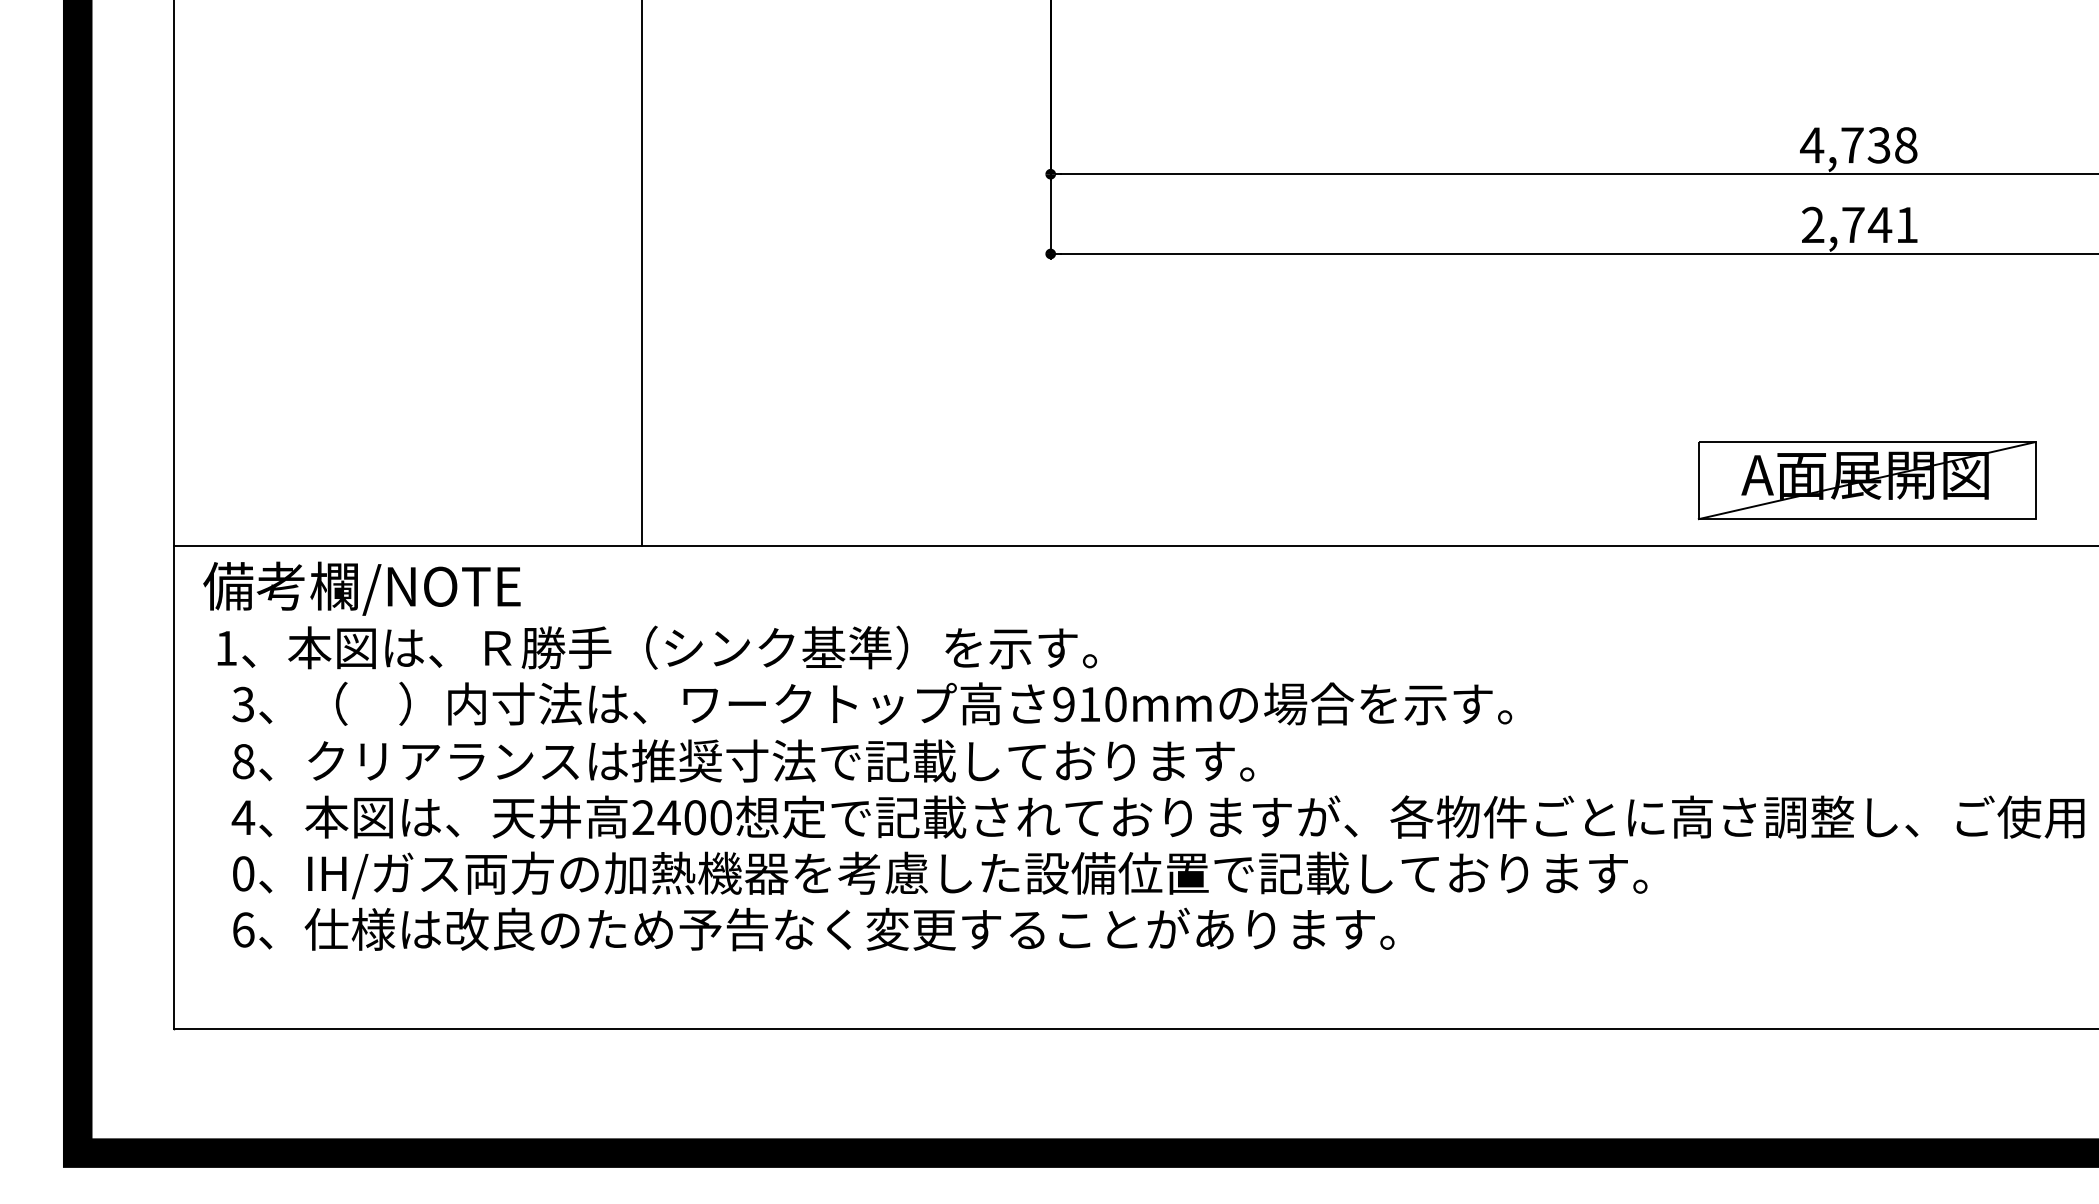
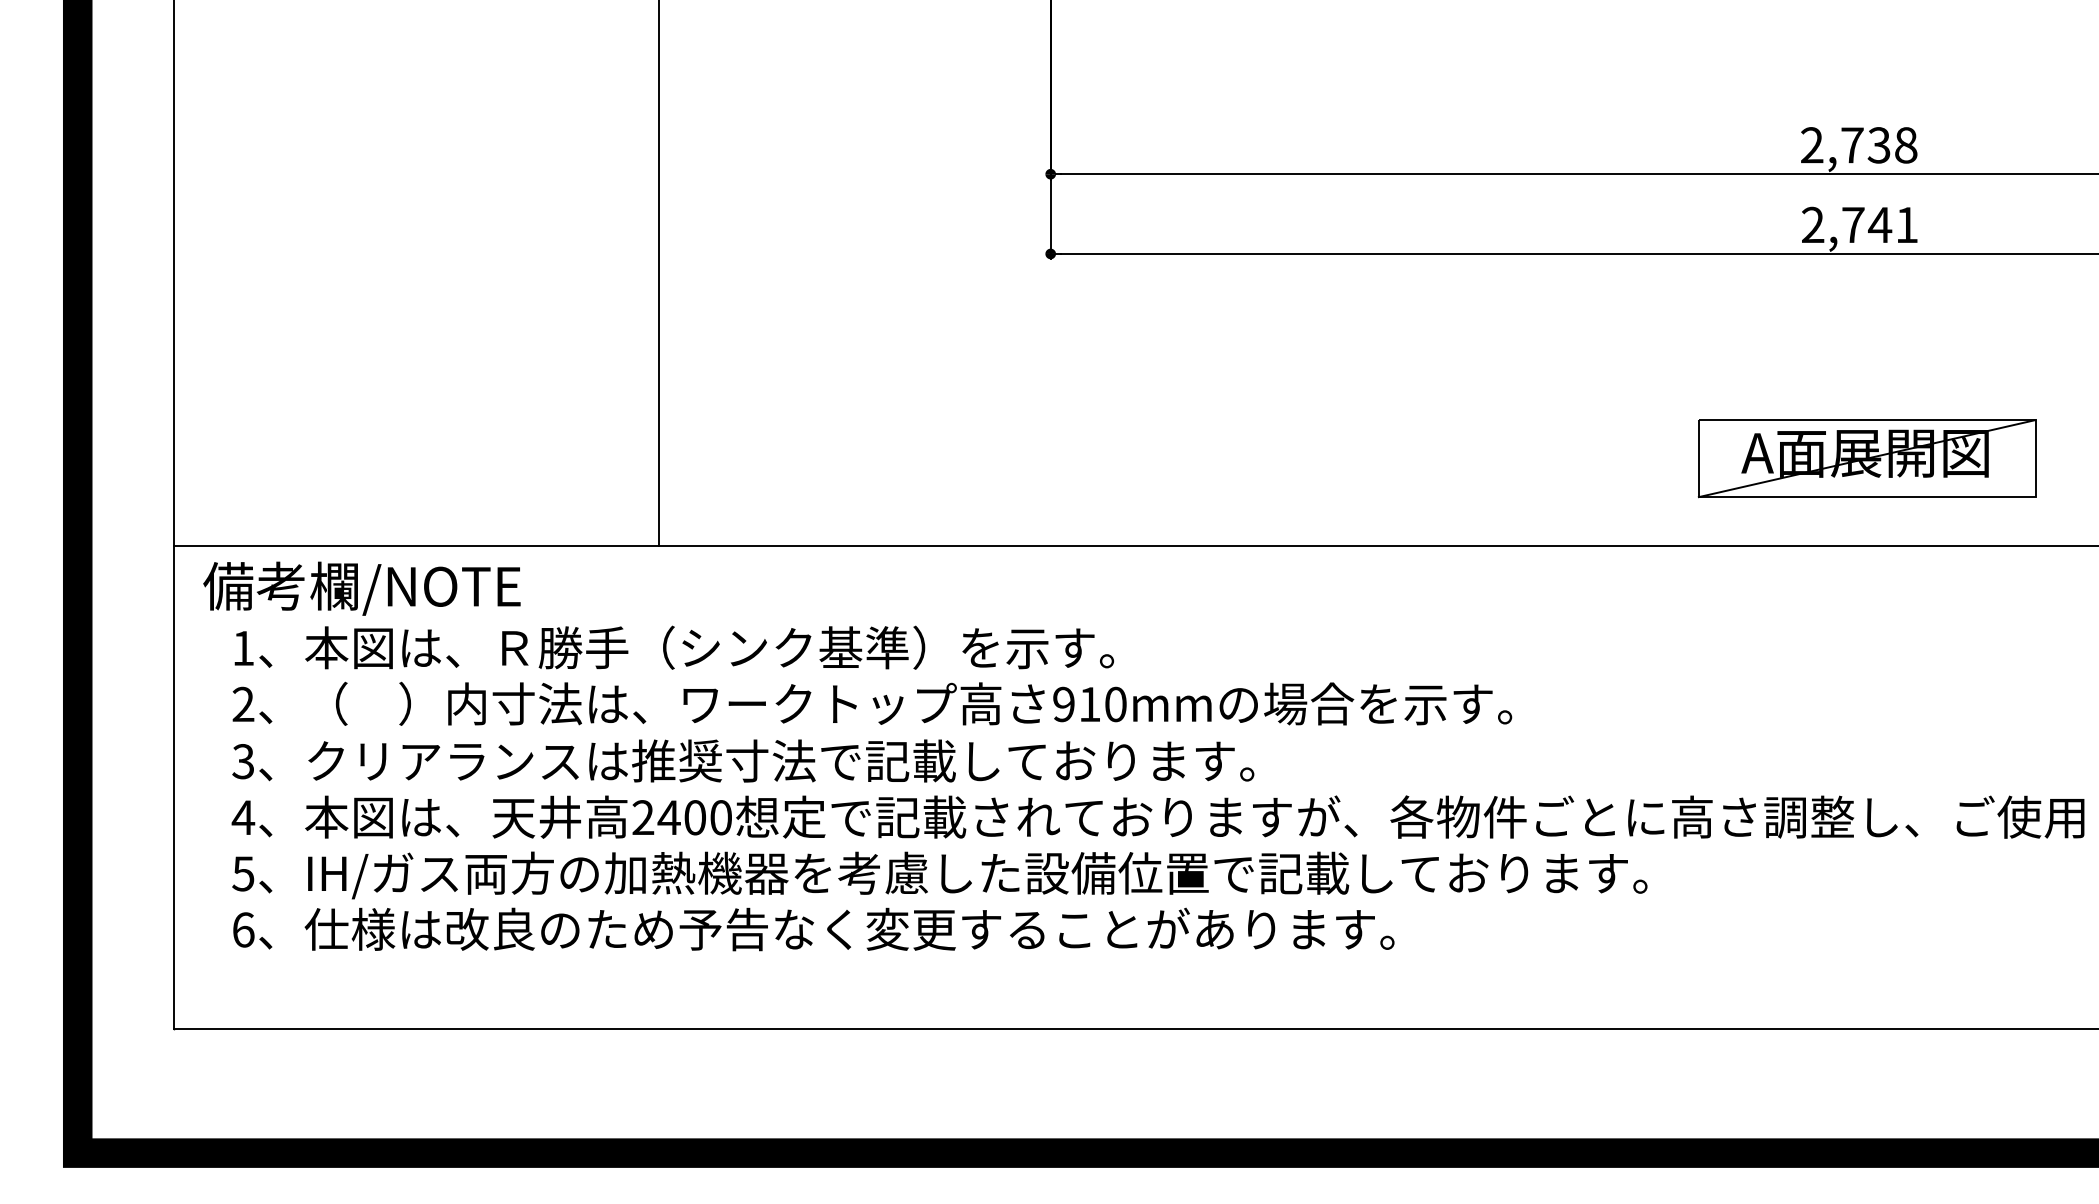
text at (1812, 145): 4,738 -> 2,738
line at (641, 274) position: (641, 274) -> (658, 274)
part at (1866, 480) position: (1866, 480) -> (1866, 458)
text at (656, 647) position: (656, 647) -> (673, 647)
text at (243, 704): 3 -> 2
text at (243, 761): 8 -> 3
text at (243, 873): 0 -> 5
